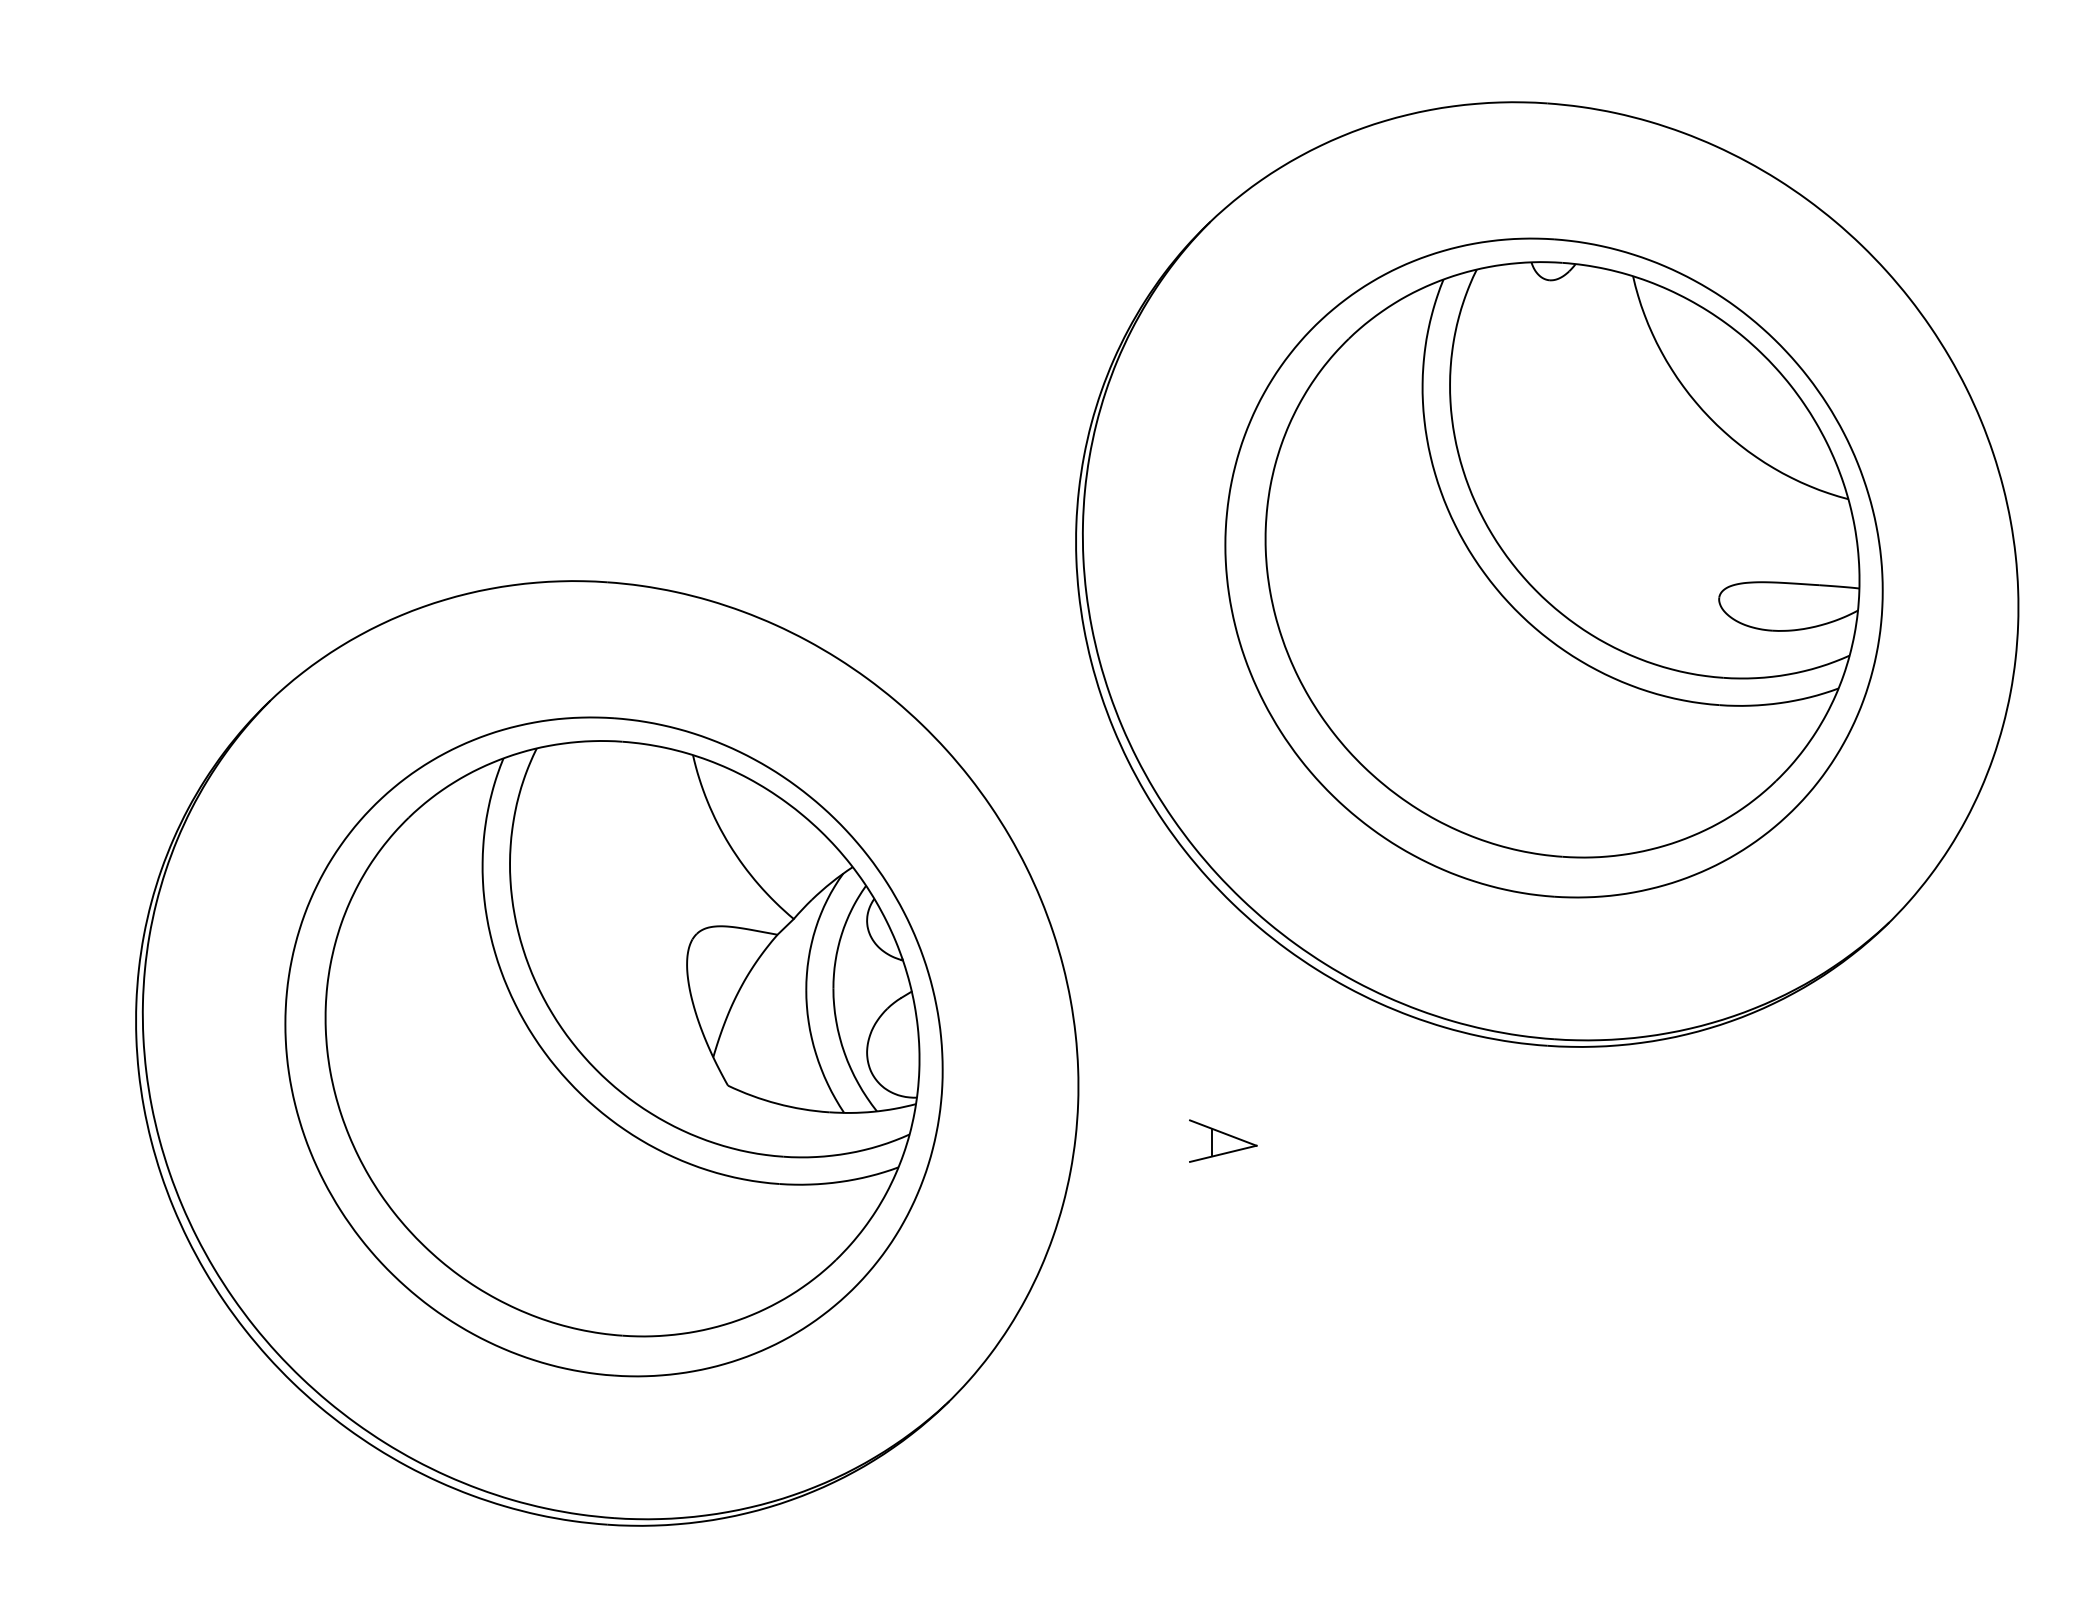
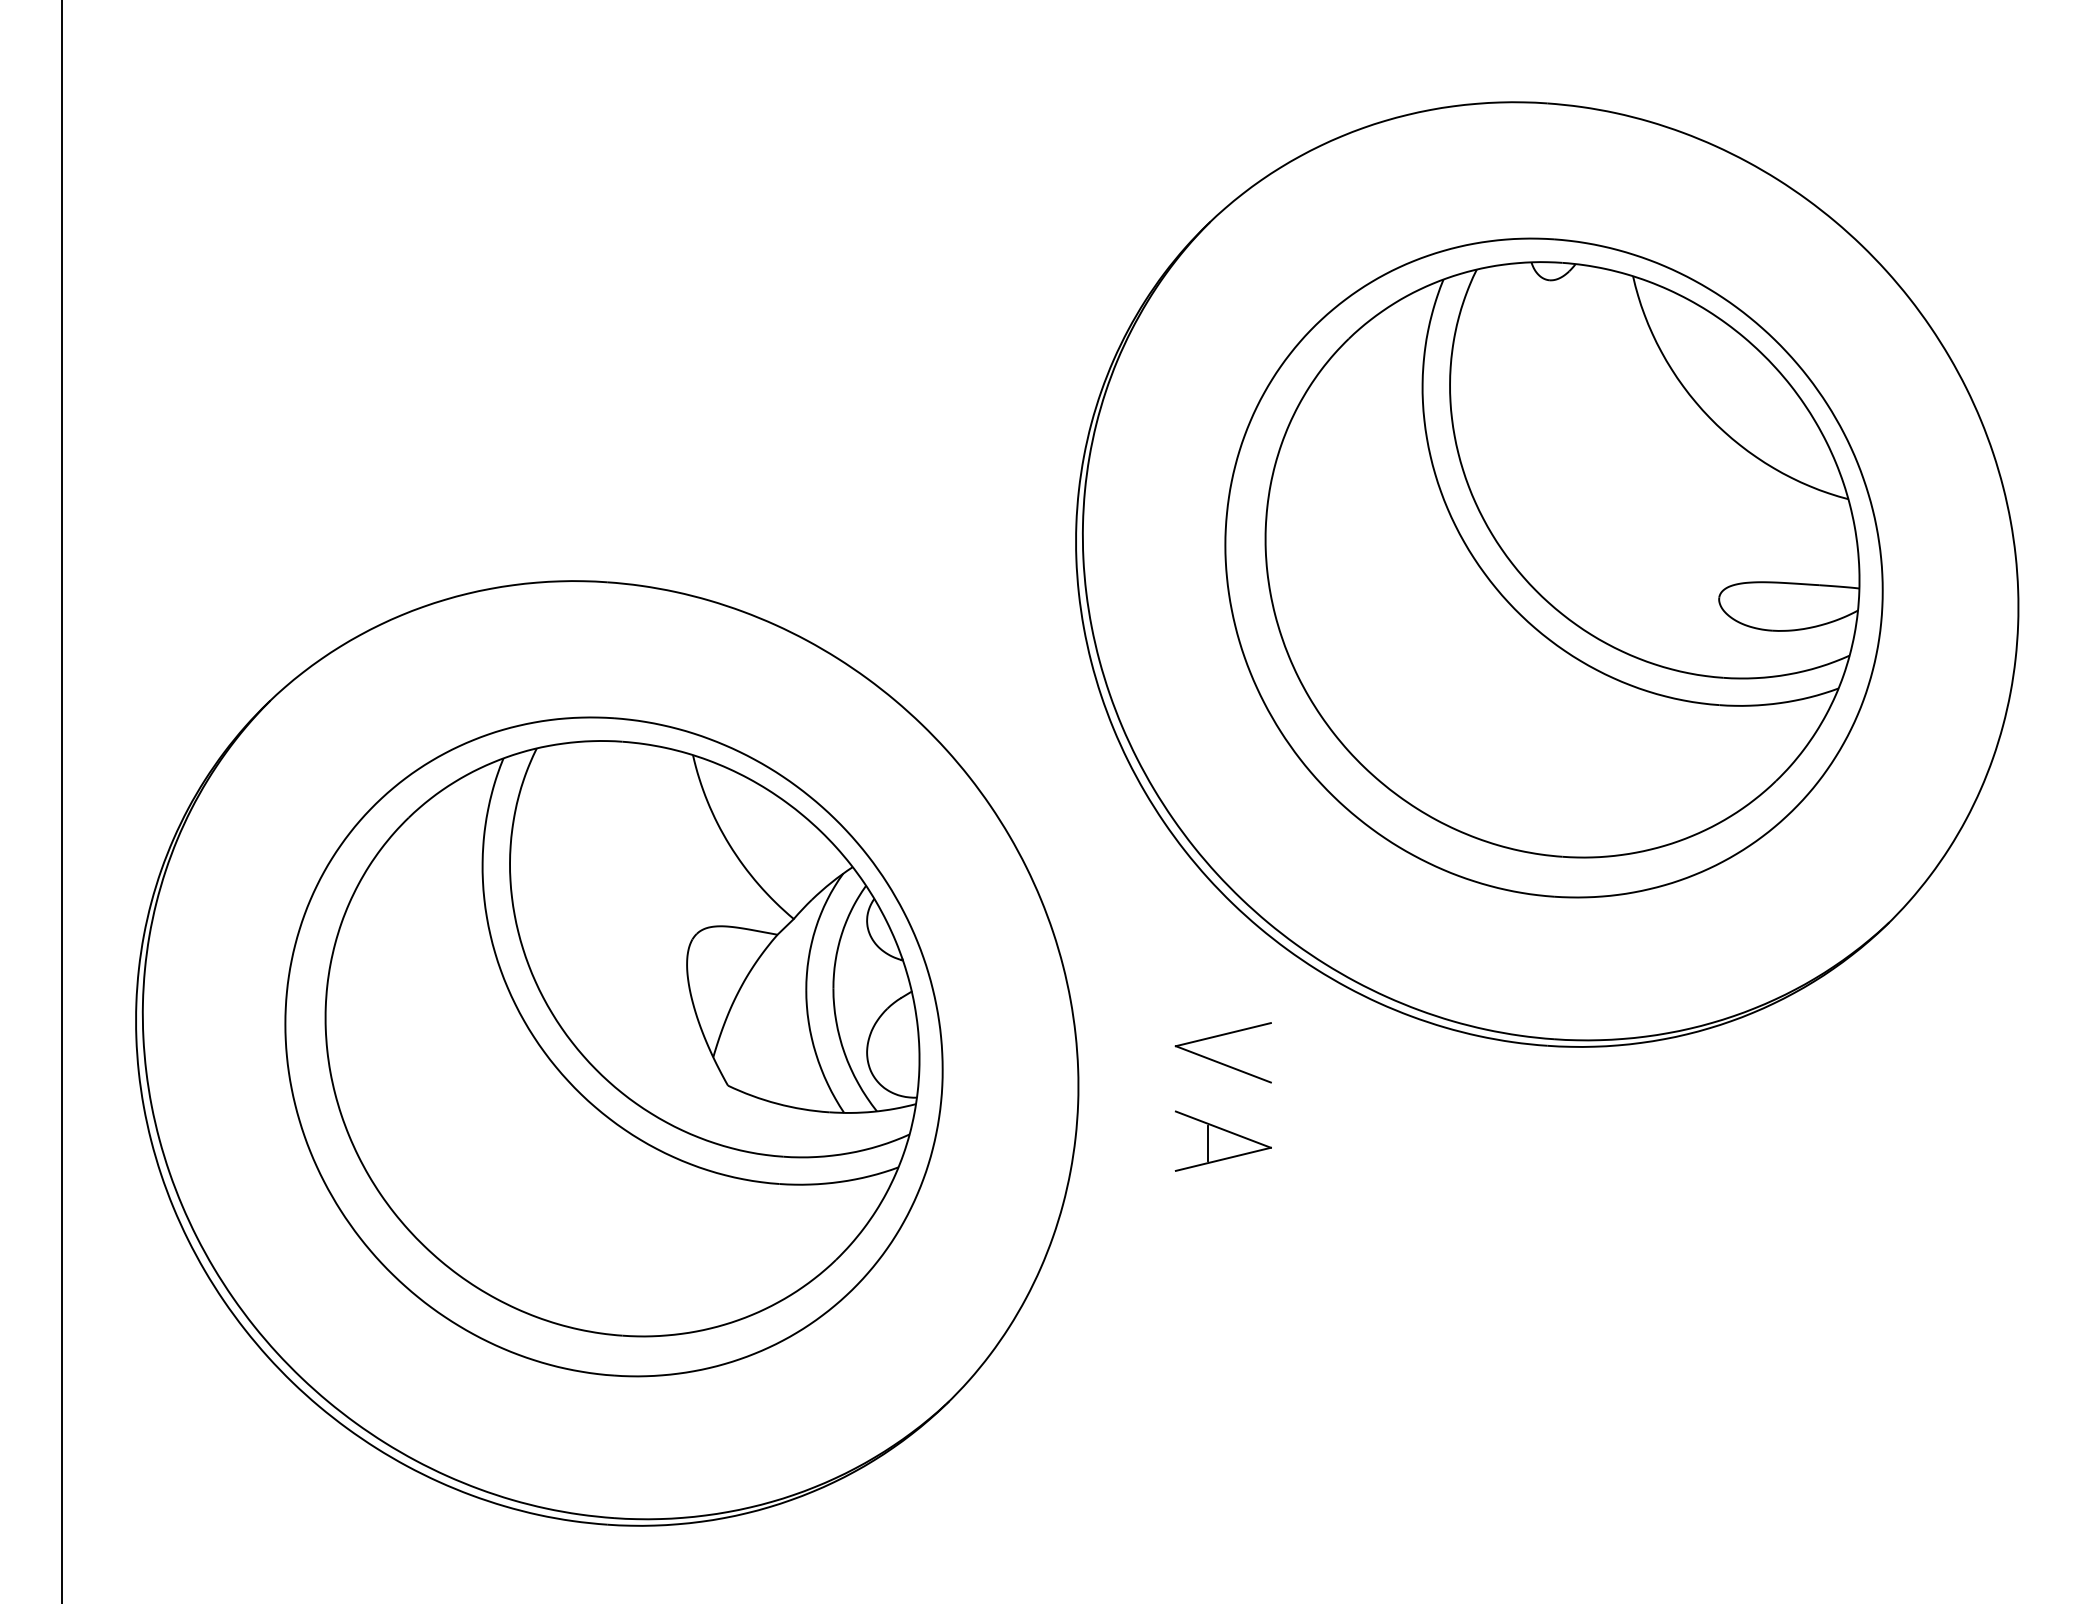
line at (62, 801): none -> present
part at (1219, 1061): none -> present
part at (1223, 1140) size: 69x44 px -> 98x62 px
